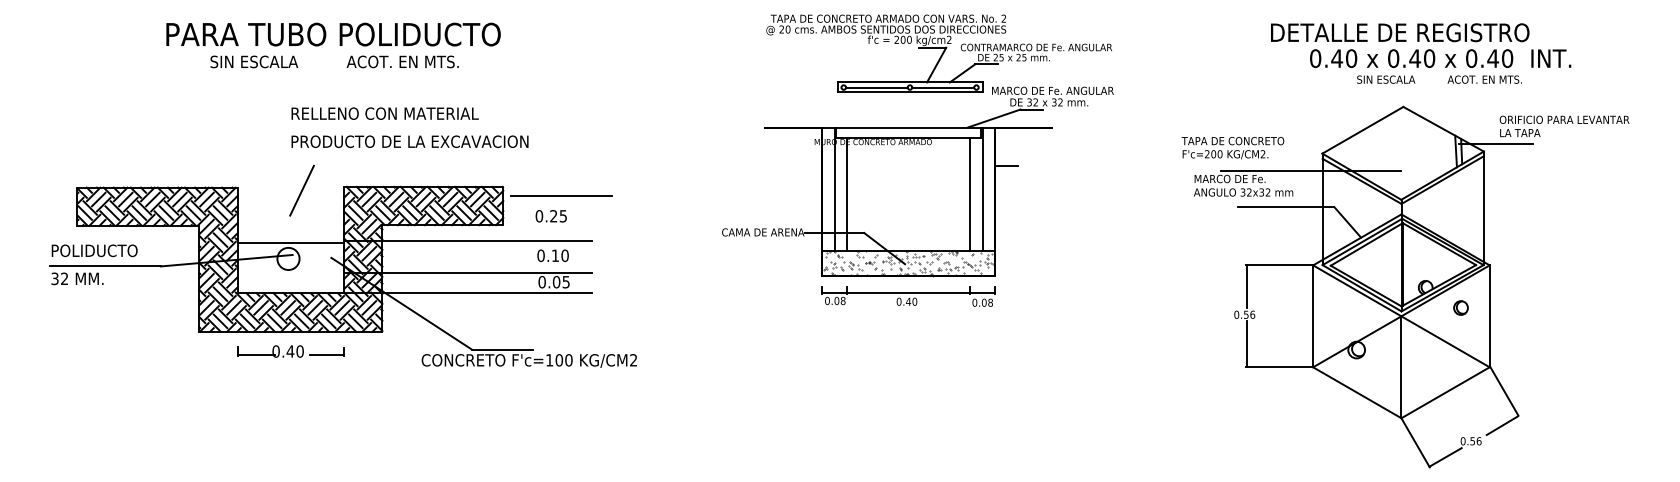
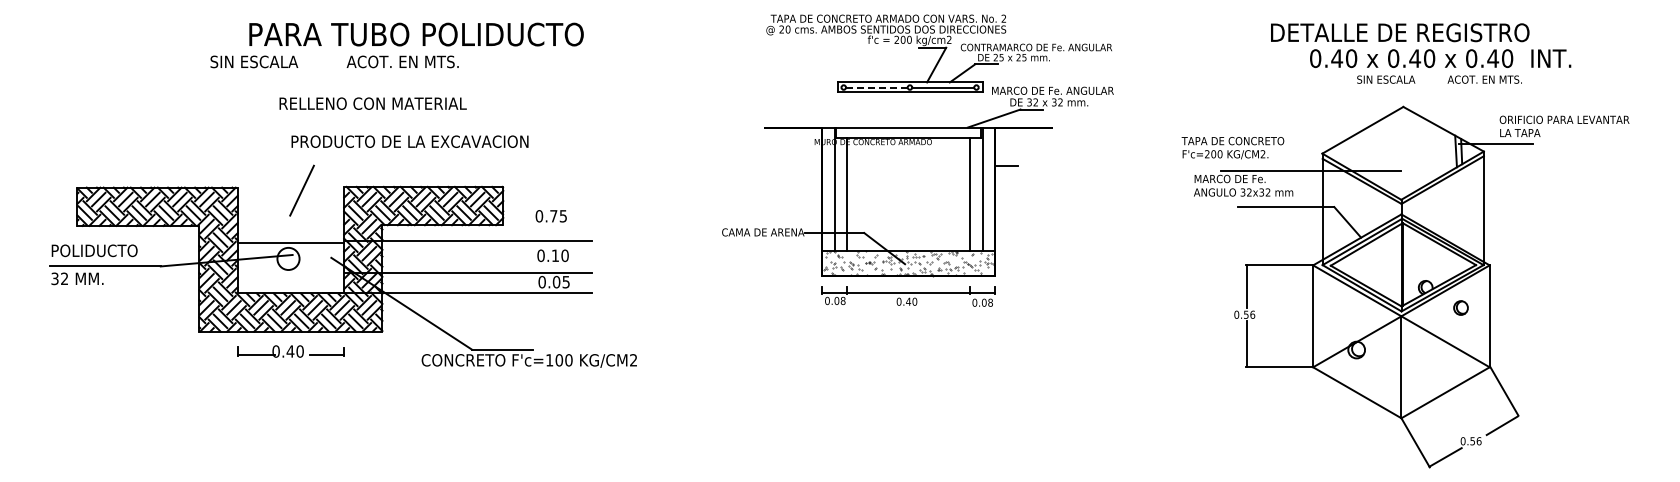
text at (333, 34) position: (333, 34) -> (416, 34)
line at (876, 87): solid -> dashed
text at (384, 113) position: (384, 113) -> (372, 103)
line at (561, 195): present -> none
text at (553, 216): 0.25 -> 0.75
